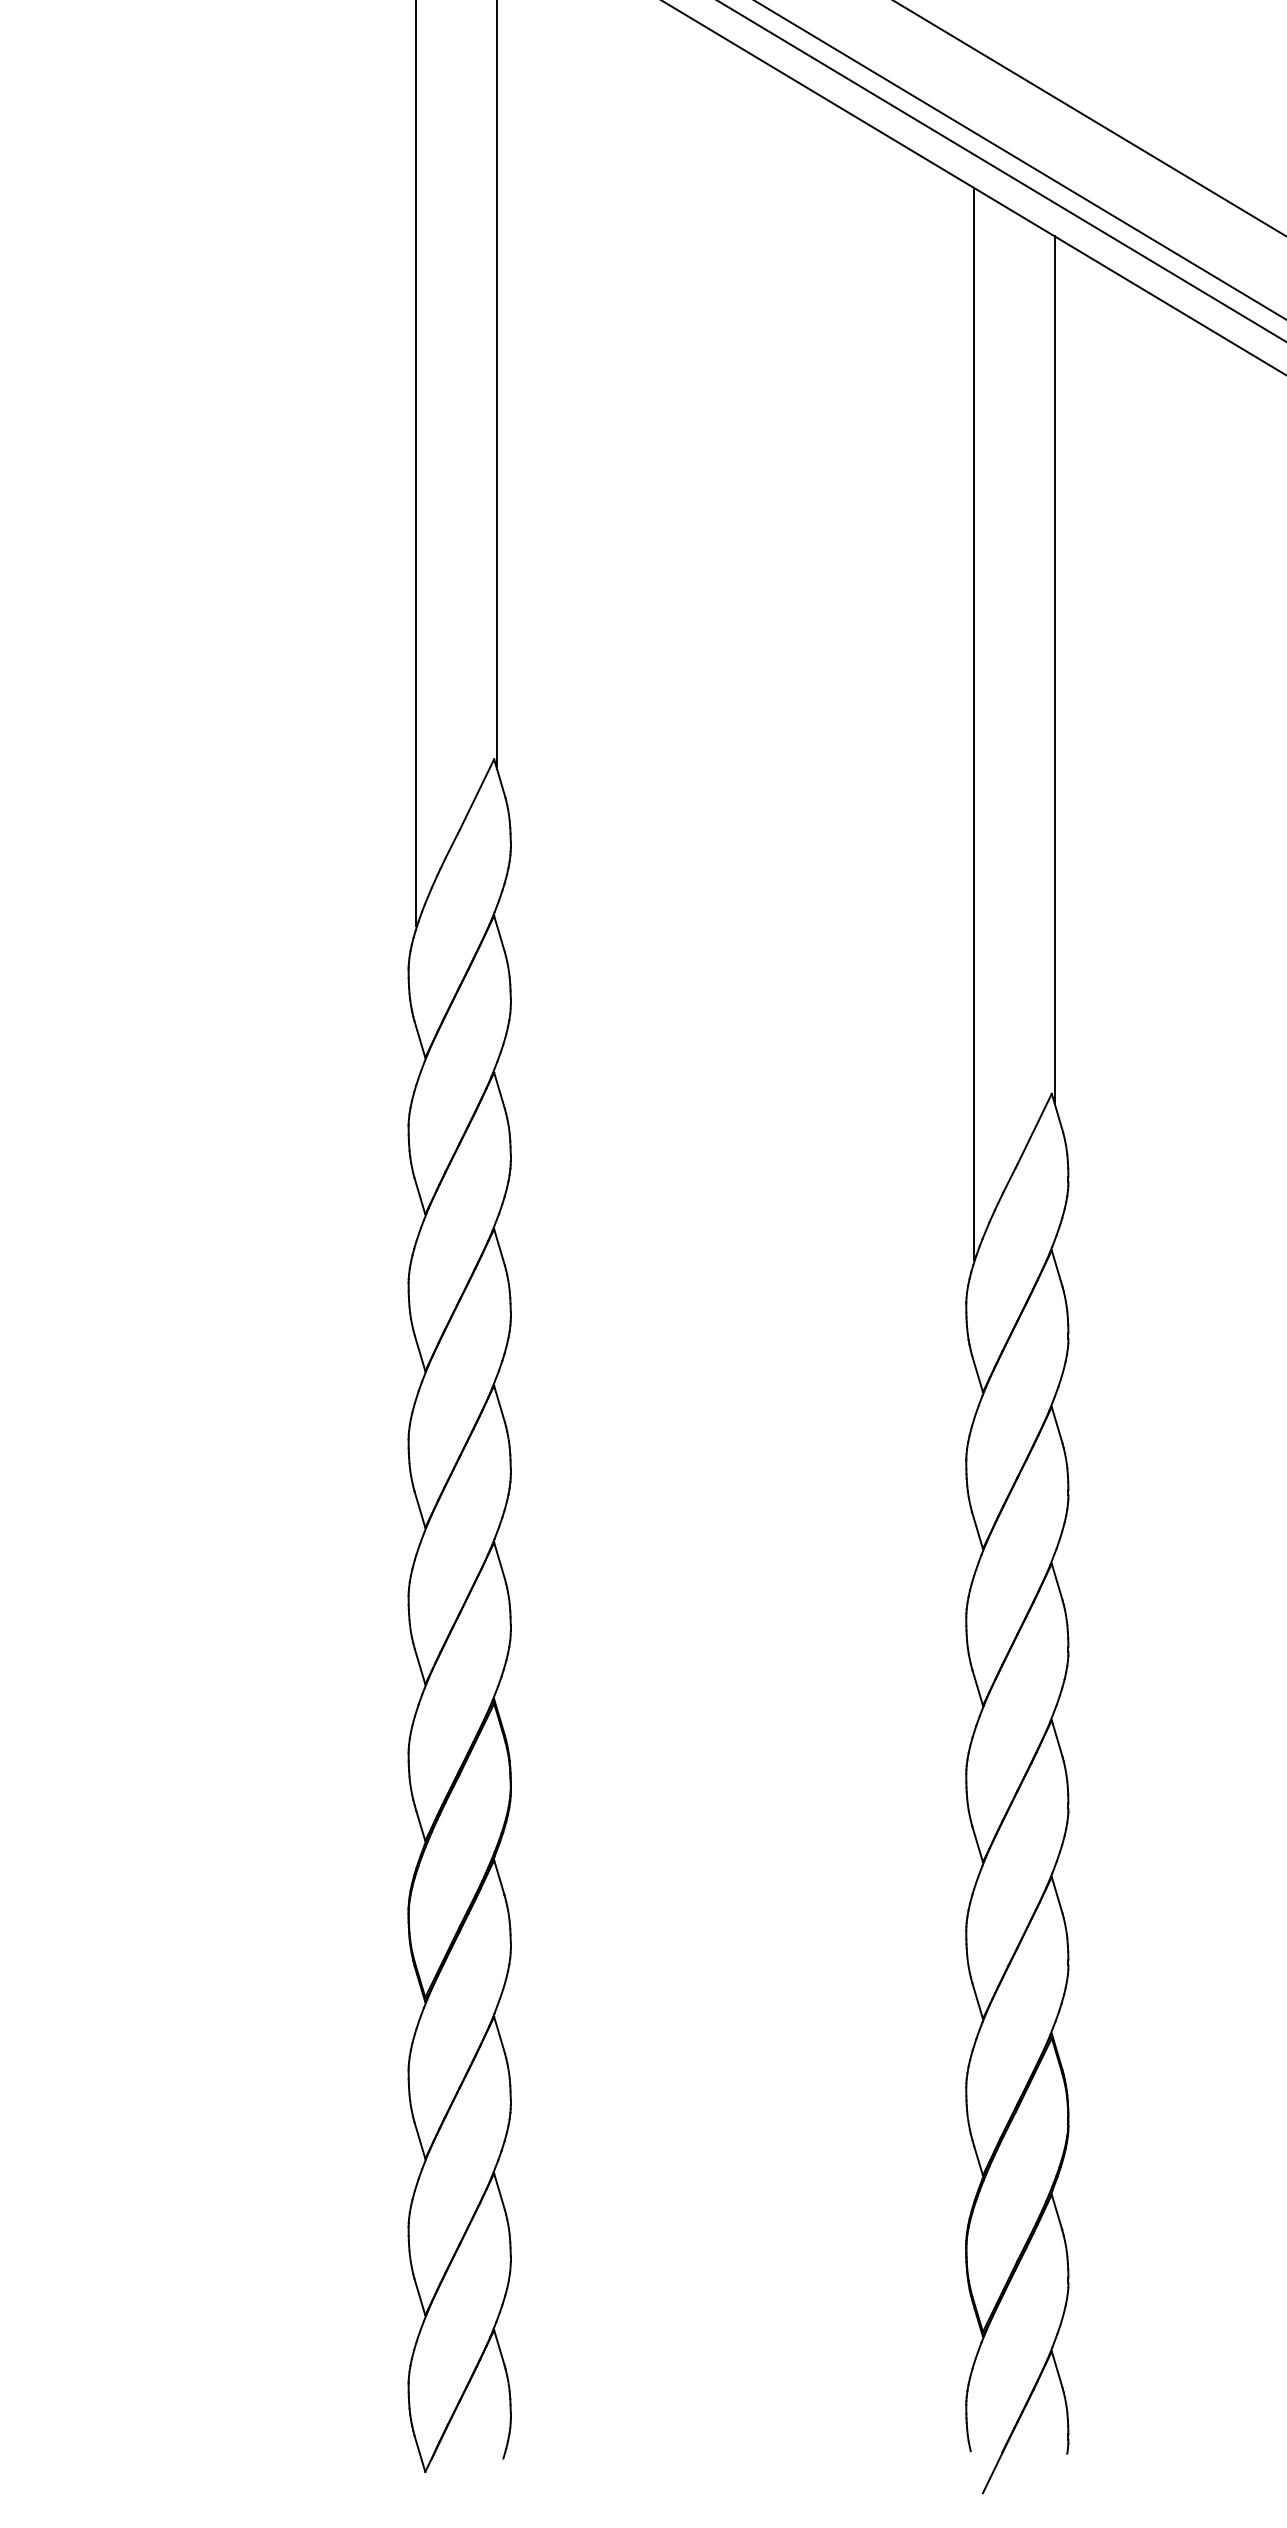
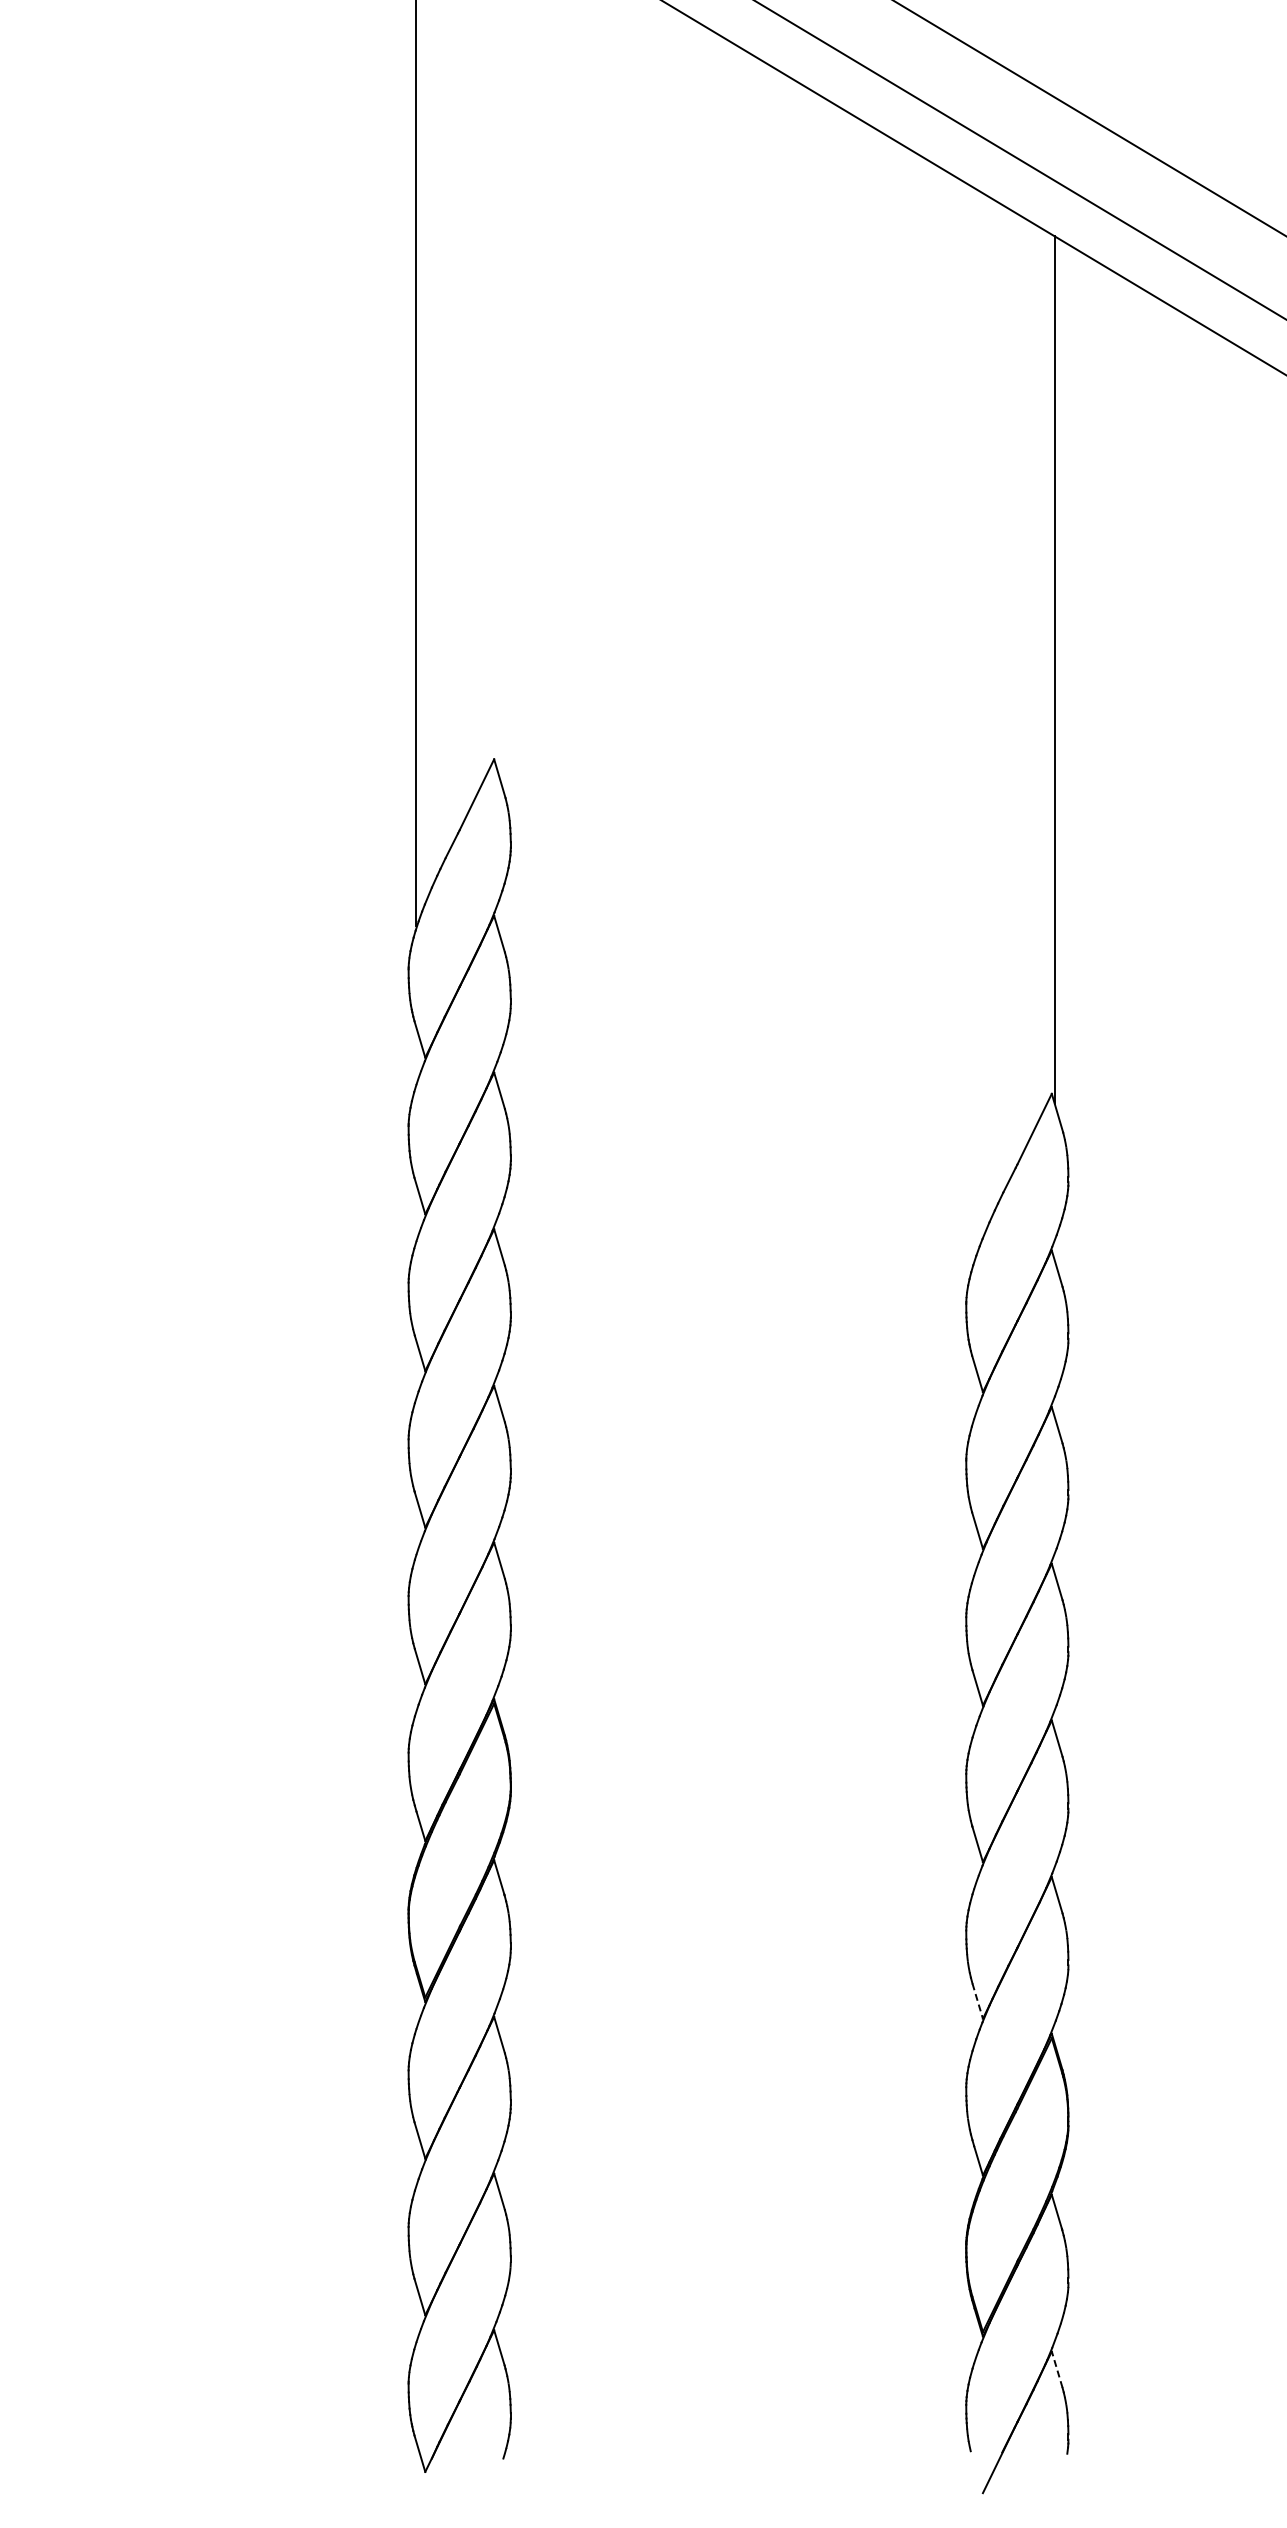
line at (1001, 171): present -> none
line at (497, 385): present -> none
line at (973, 723): present -> none
line at (977, 2001): solid -> dashed
line at (1057, 2369): solid -> dashed
